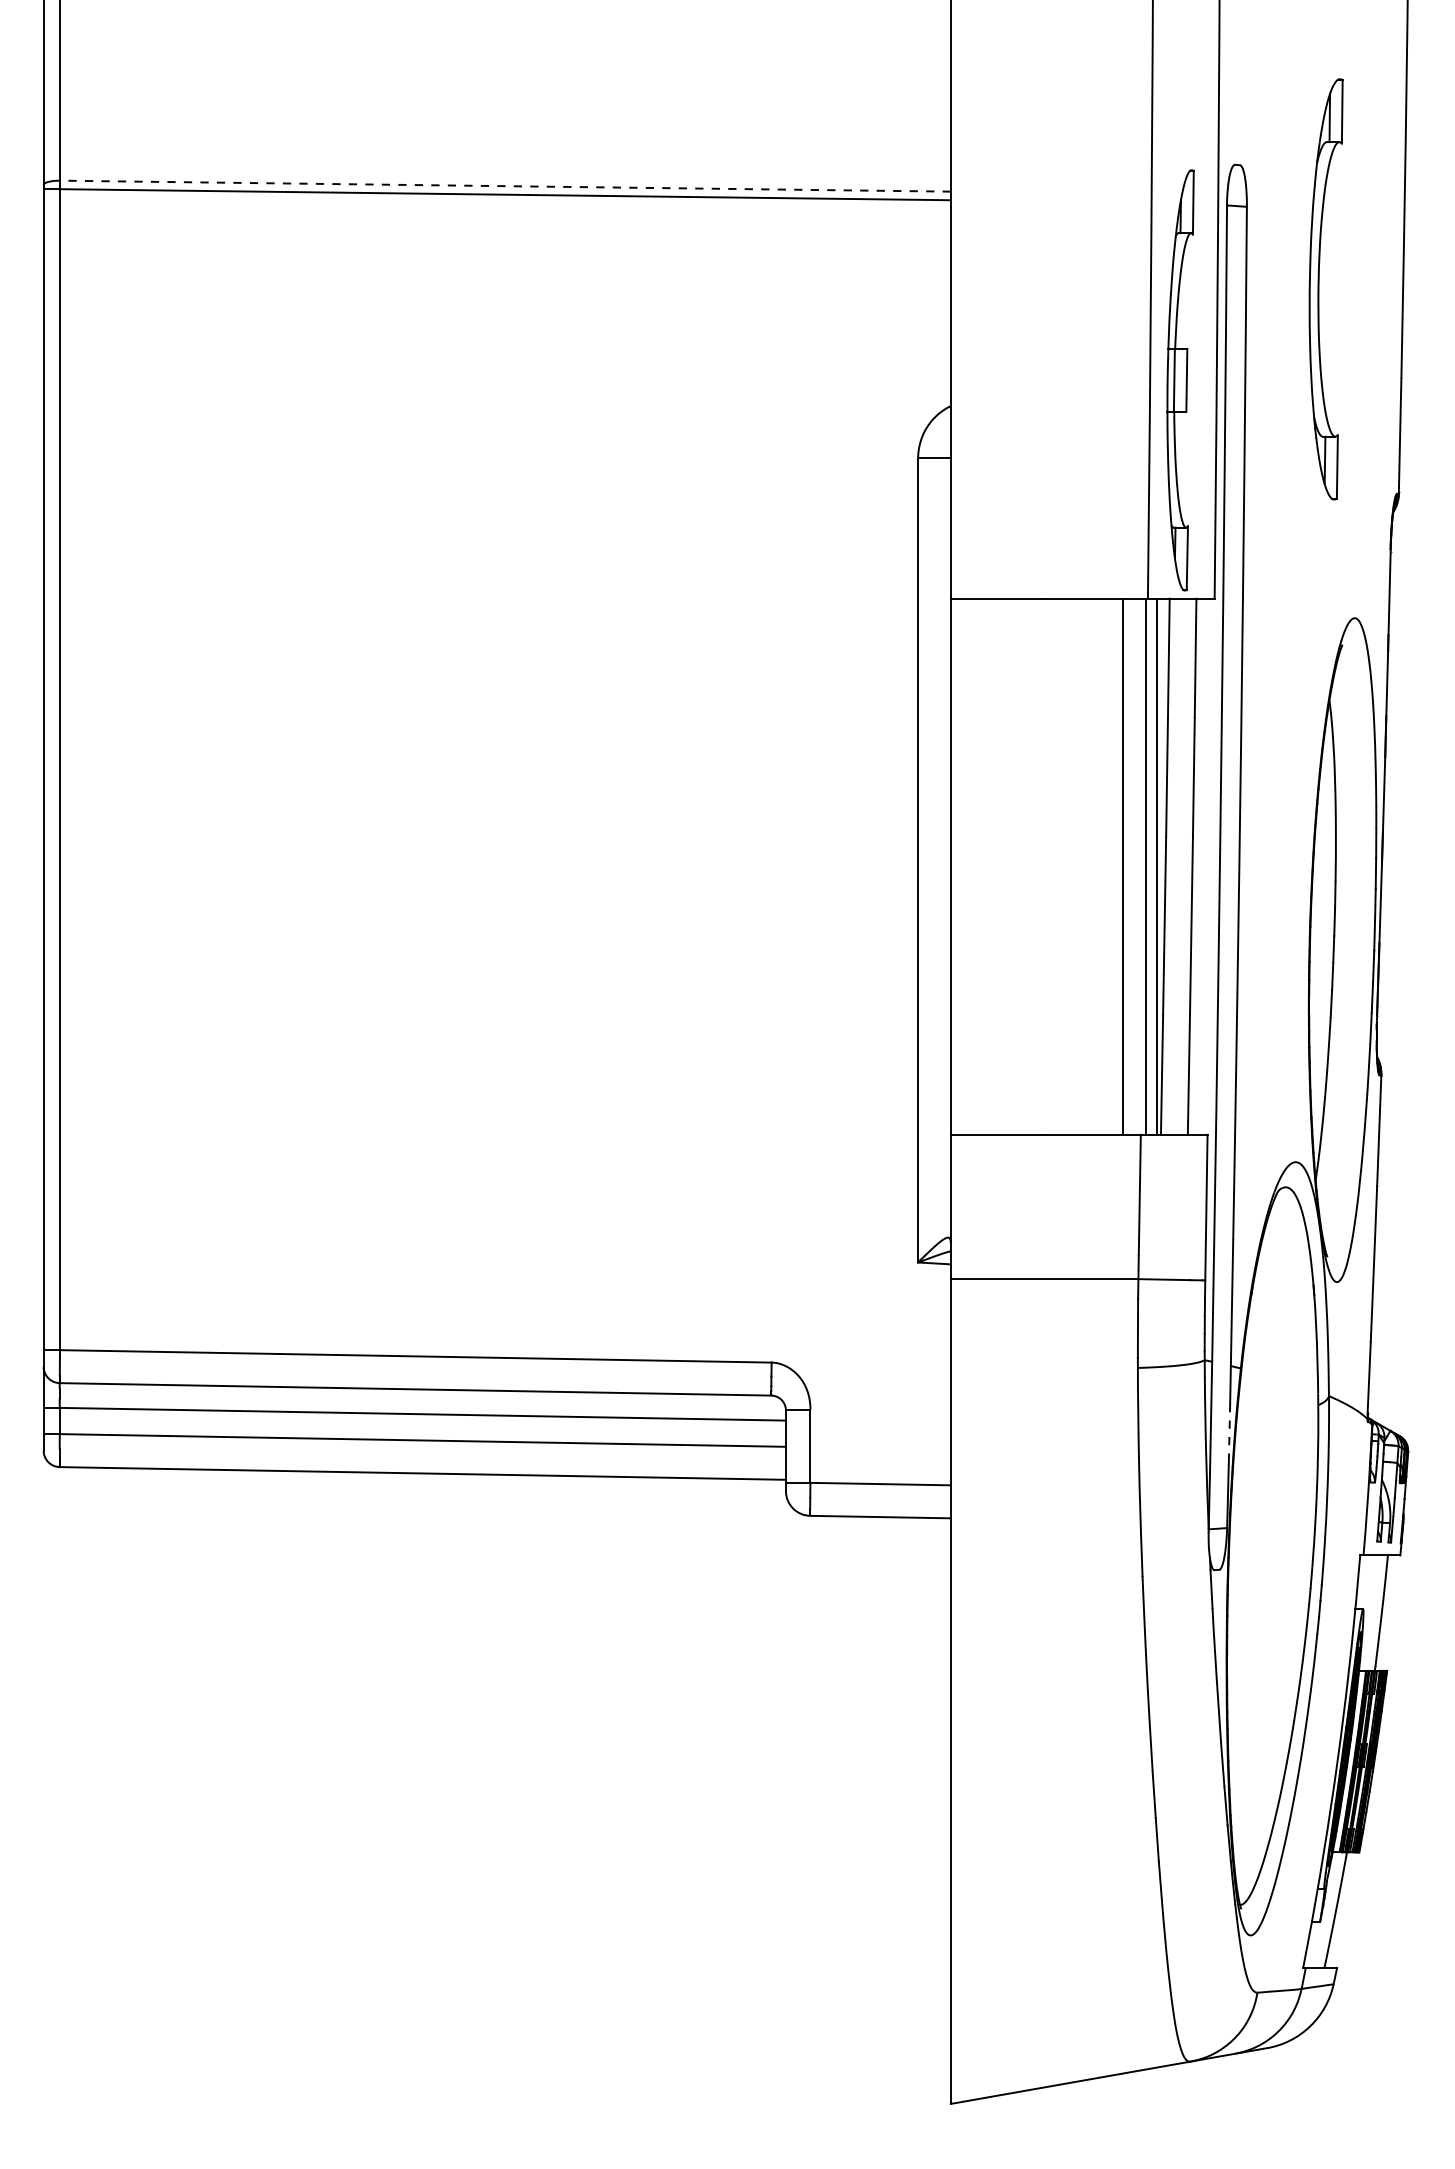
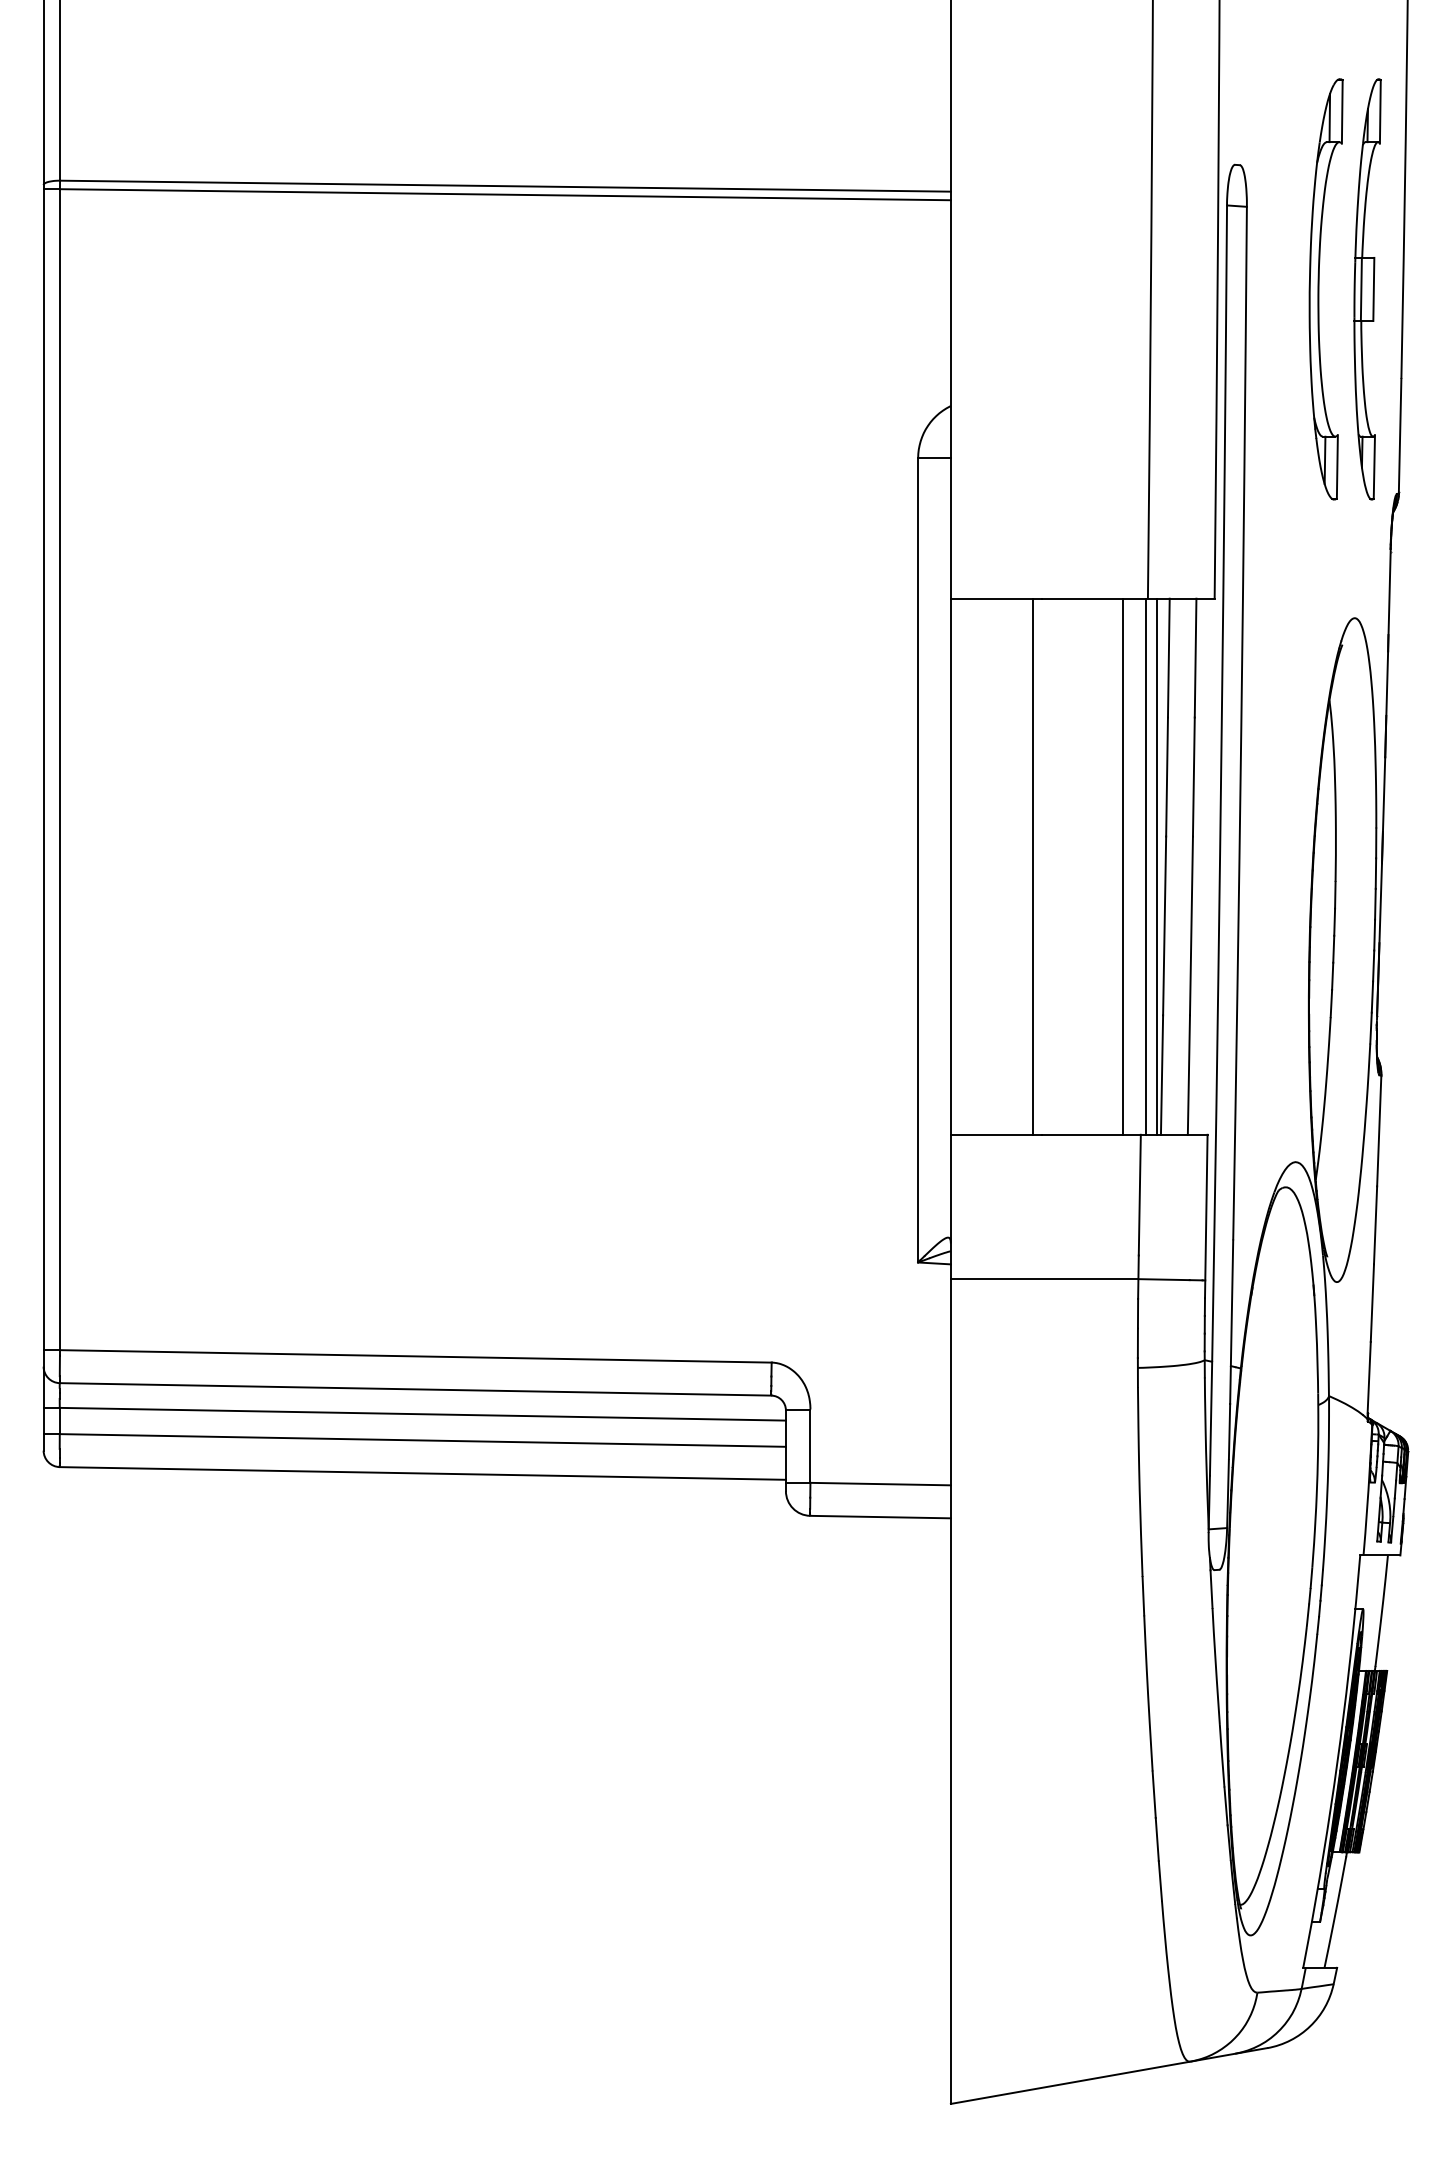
line at (504, 186): dashed -> solid
part at (1180, 380) position: (1180, 380) -> (1367, 289)
line at (1033, 866): none -> present
line at (1229, 1431): dashed -> solid
